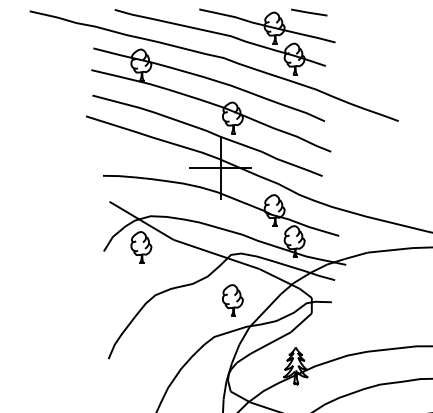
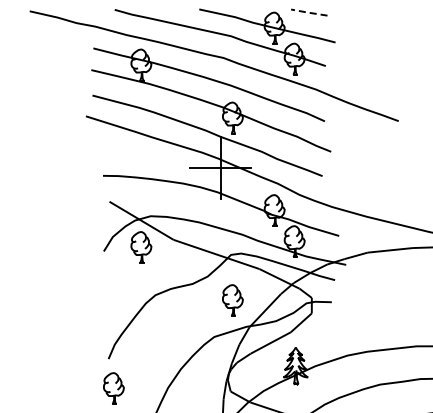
line at (308, 12): solid -> dashed
part at (113, 388): none -> present
